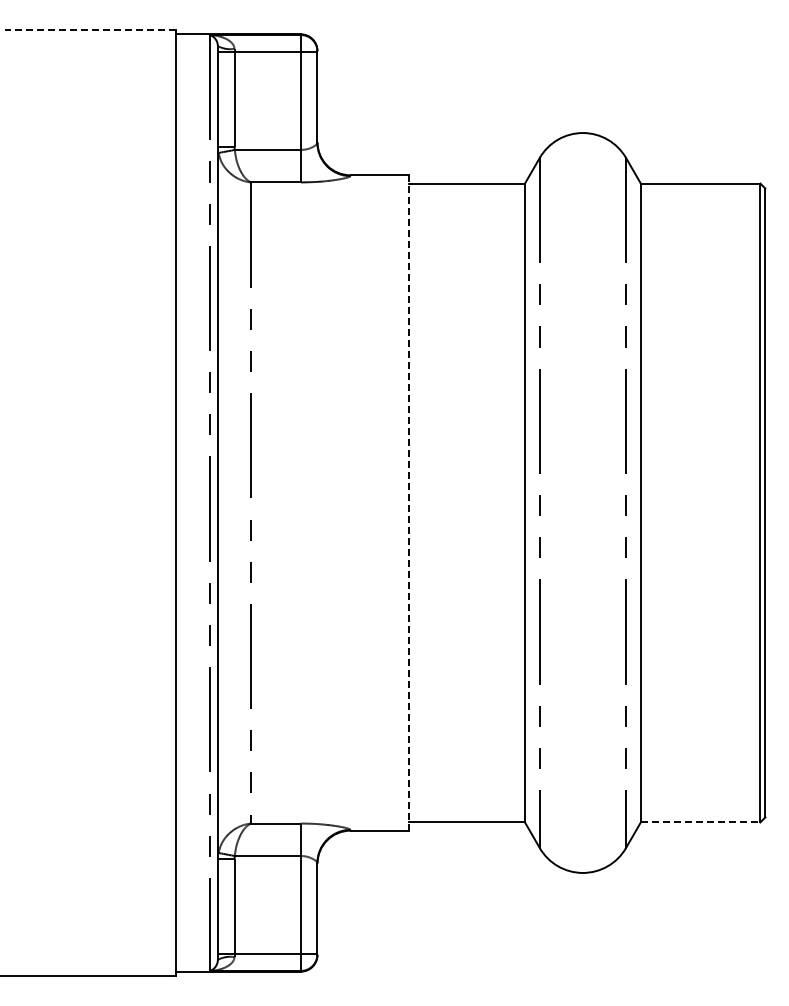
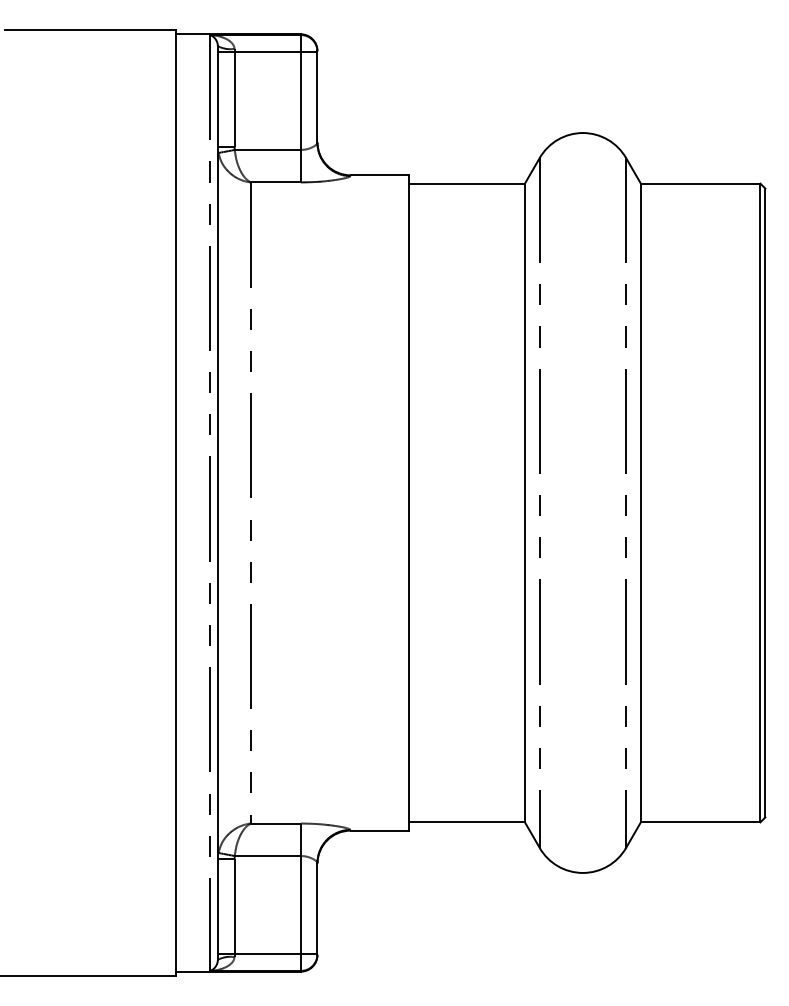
line at (90, 30): dashed -> solid
line at (408, 503): dashed -> solid
line at (700, 822): dashed -> solid
